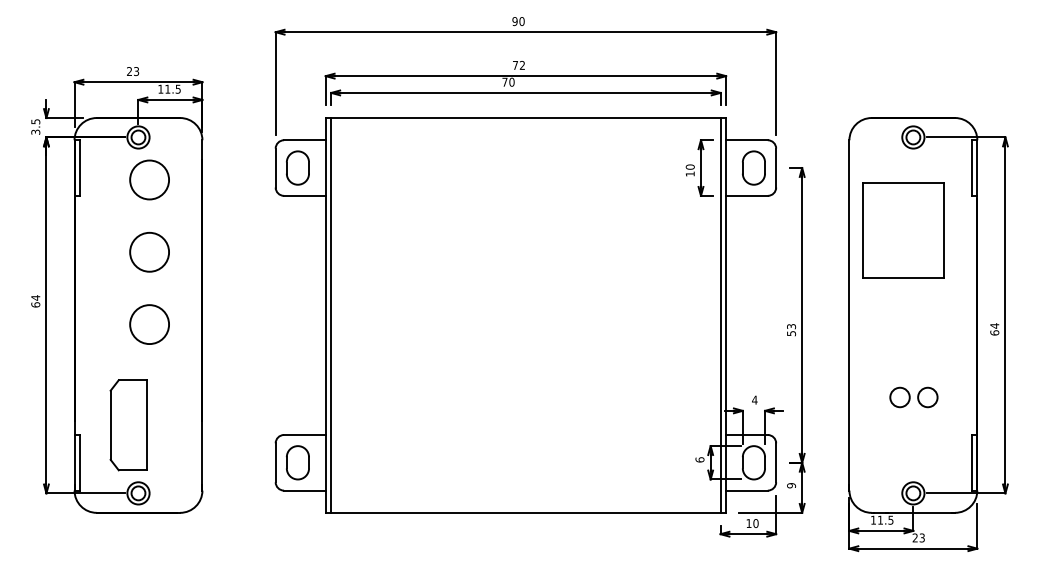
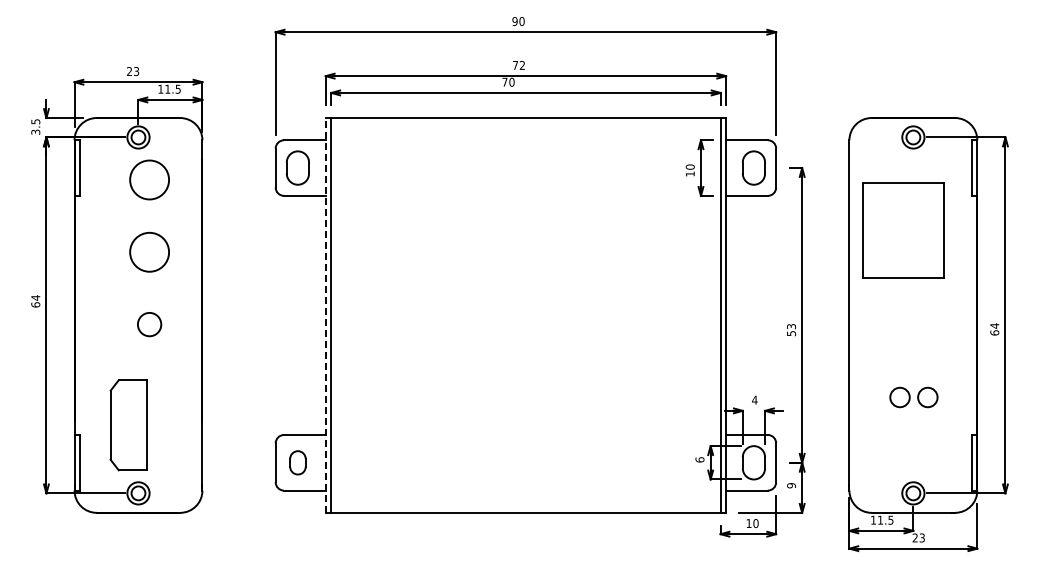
line at (325, 314): solid -> dashed
circle at (149, 324) diameter: 39 px -> 23 px
part at (297, 462) size: 24x36 px -> 18x26 px
